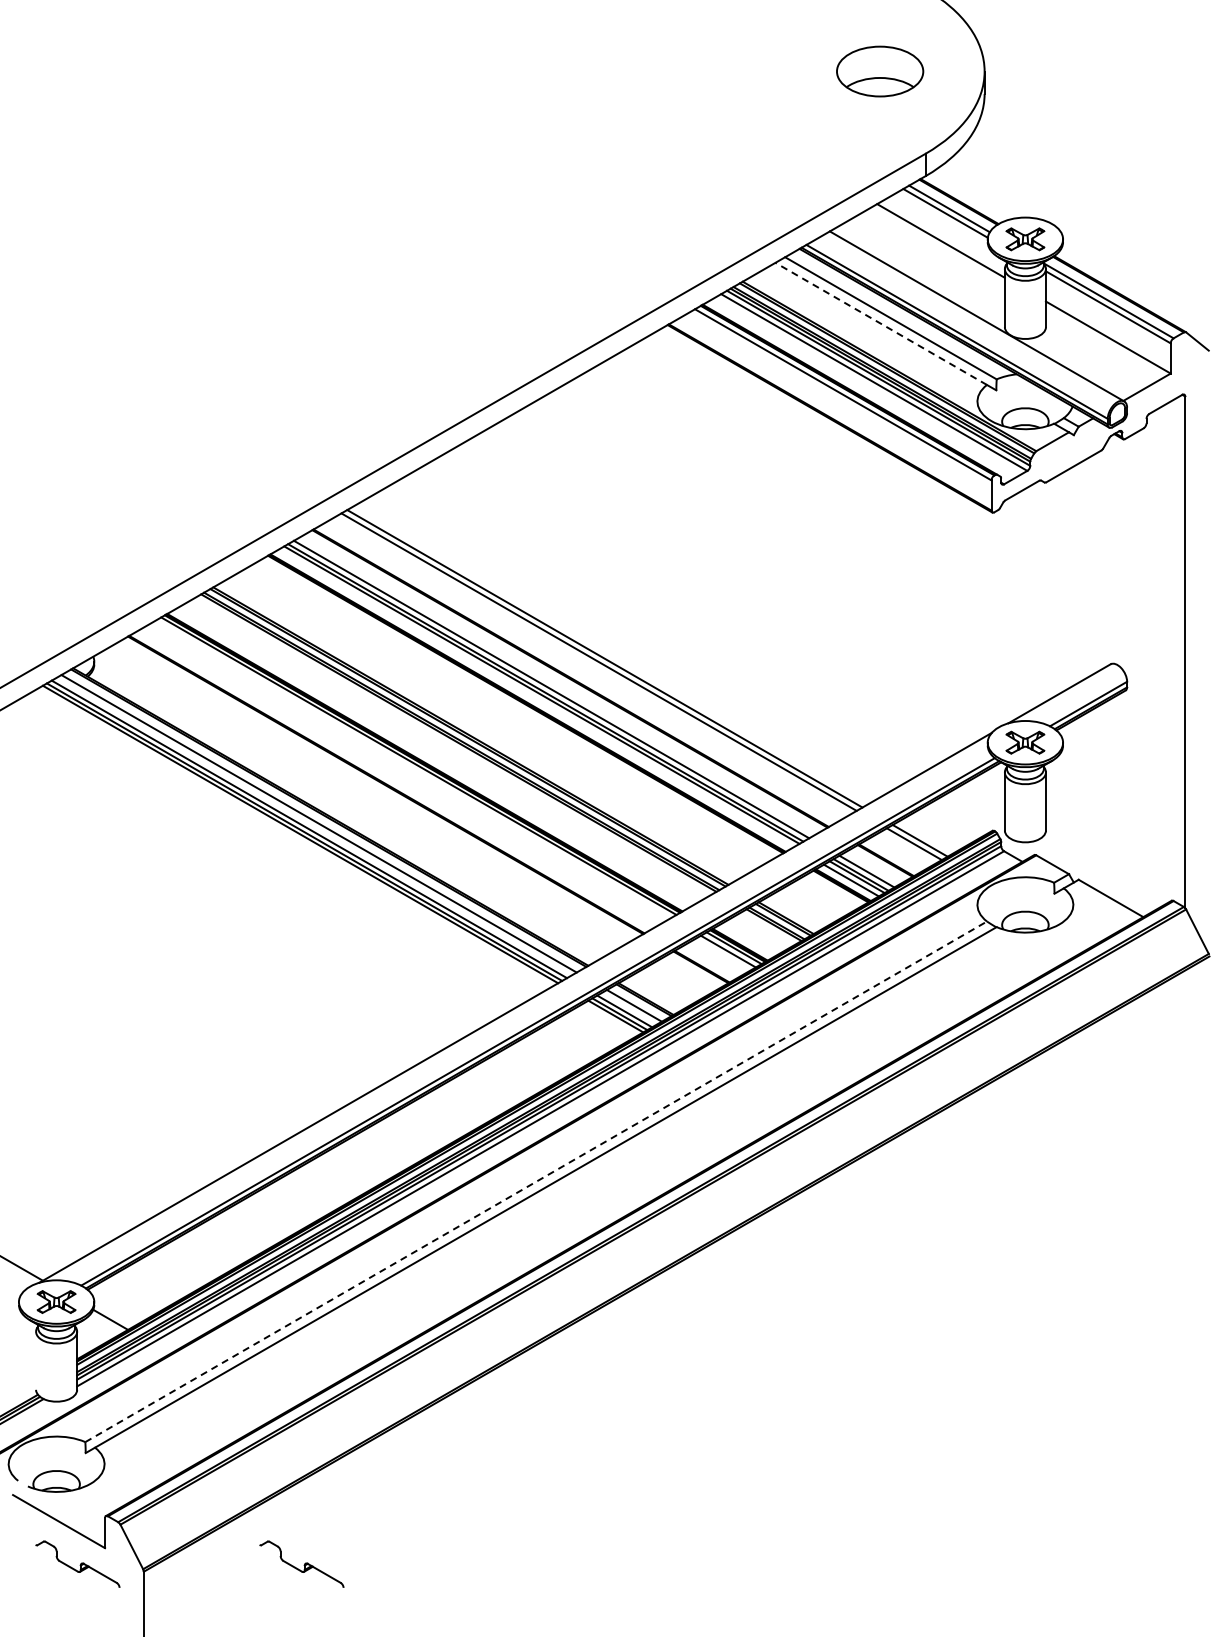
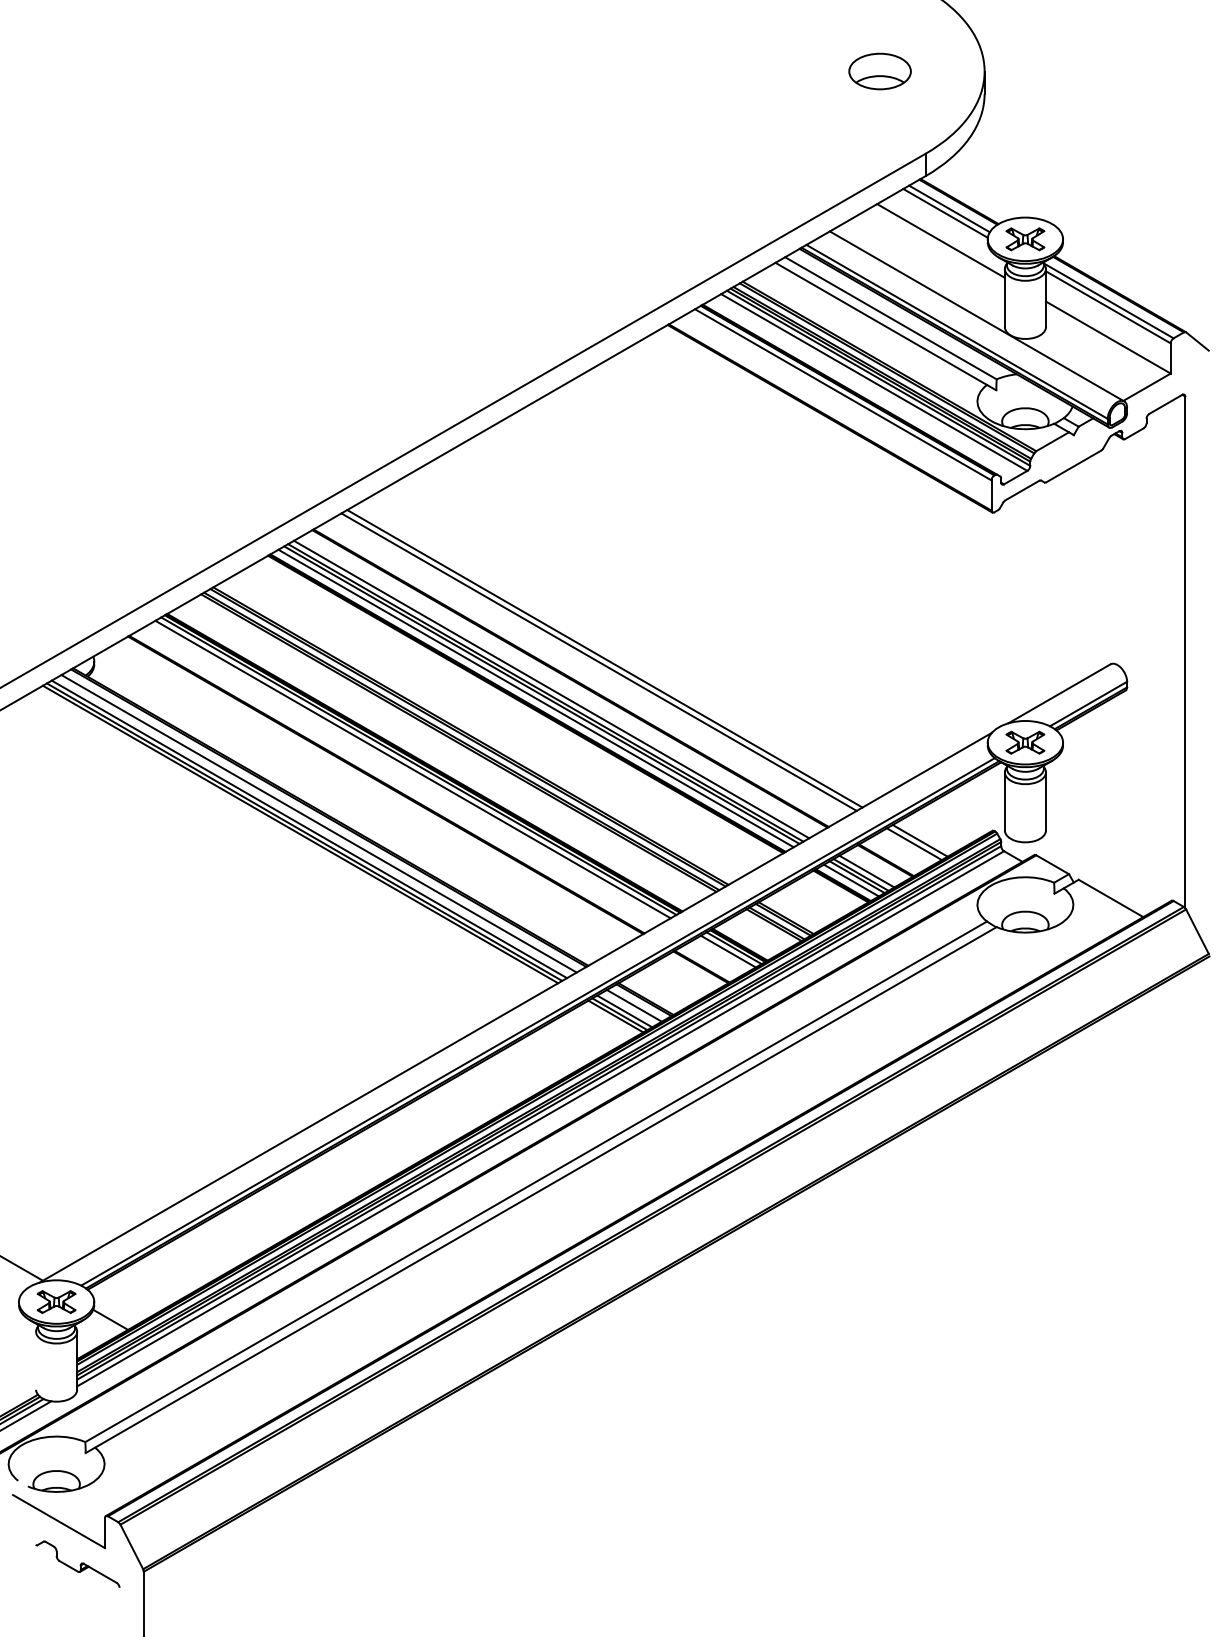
part at (880, 71) size: 89x53 px -> 64x39 px
line at (880, 323): dashed -> solid
line at (535, 698): none -> present
line at (412, 769): none -> present
line at (536, 1181): dashed -> solid
line at (26, 1415): none -> present
part at (301, 1563): present -> none
